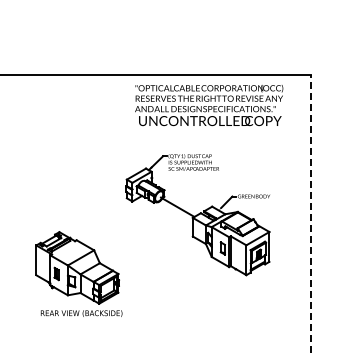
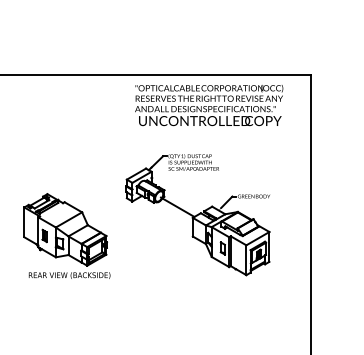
line at (310, 214): dashed -> solid
part at (78, 273) position: (78, 273) -> (66, 235)
